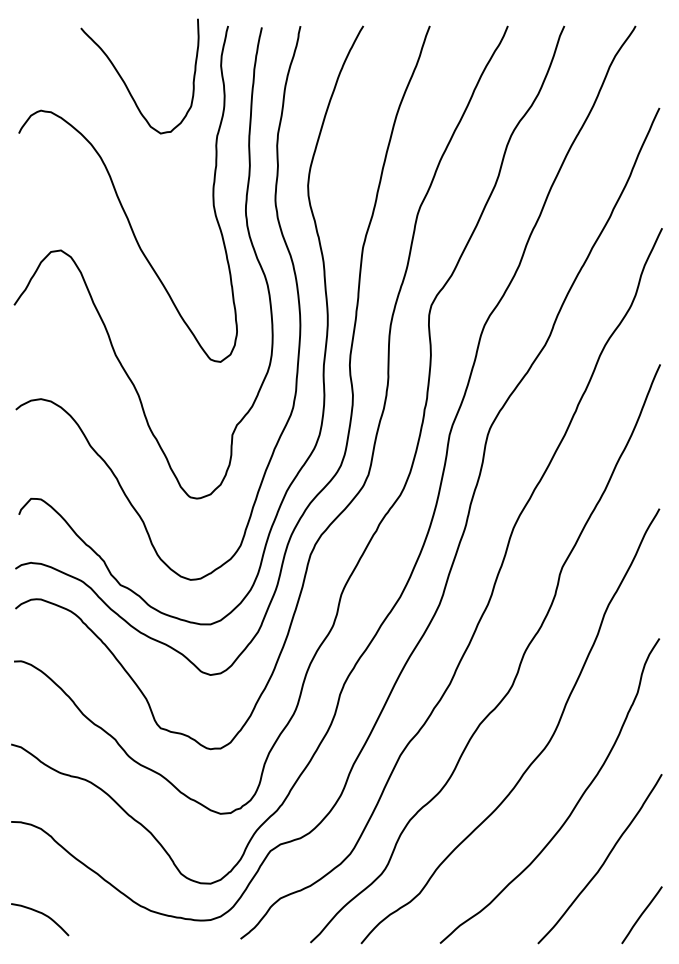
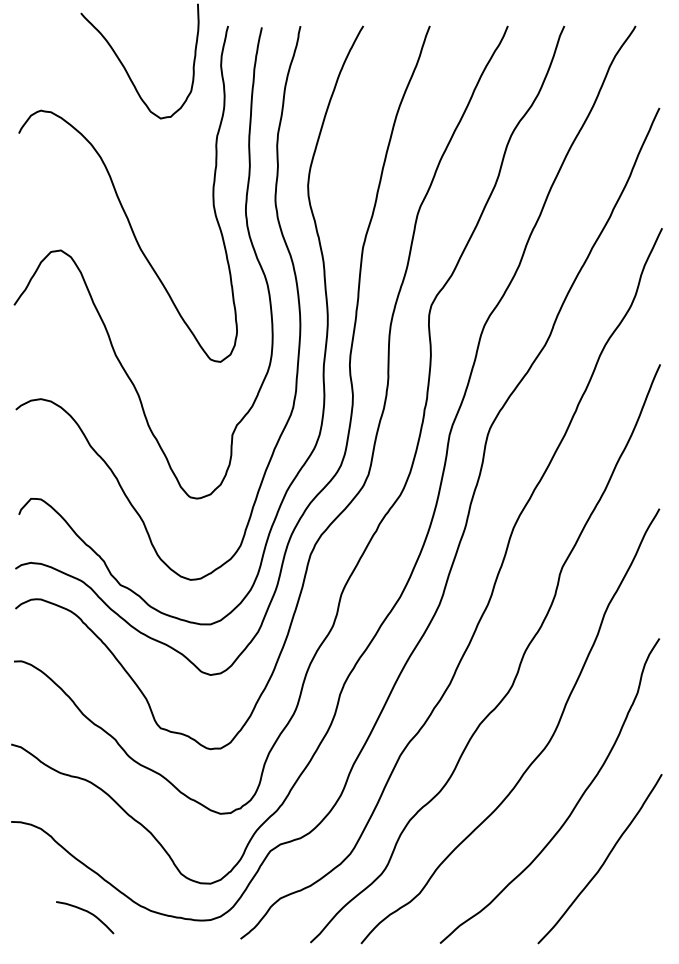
curve at (125, 82) position: (125, 82) -> (125, 67)
curve at (43, 915) position: (43, 915) -> (88, 913)
line at (641, 915): present -> none
